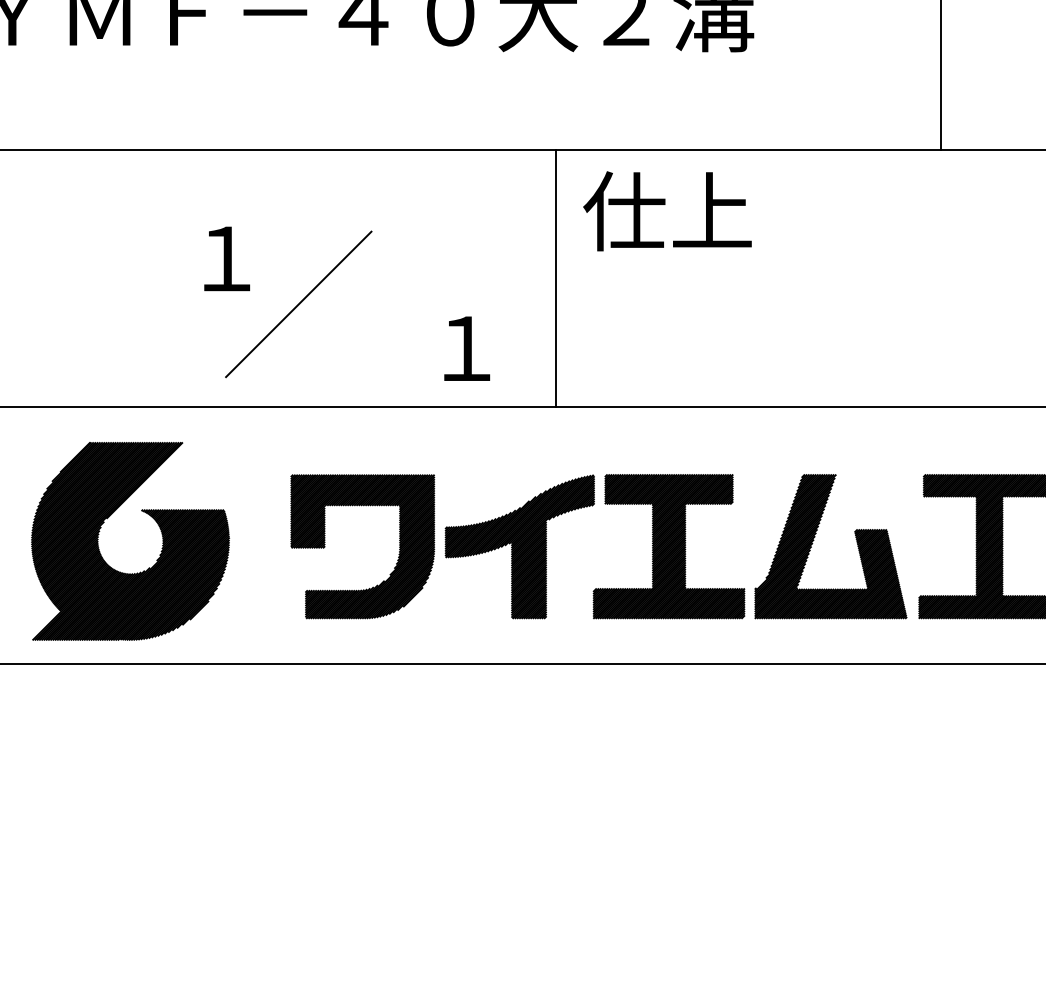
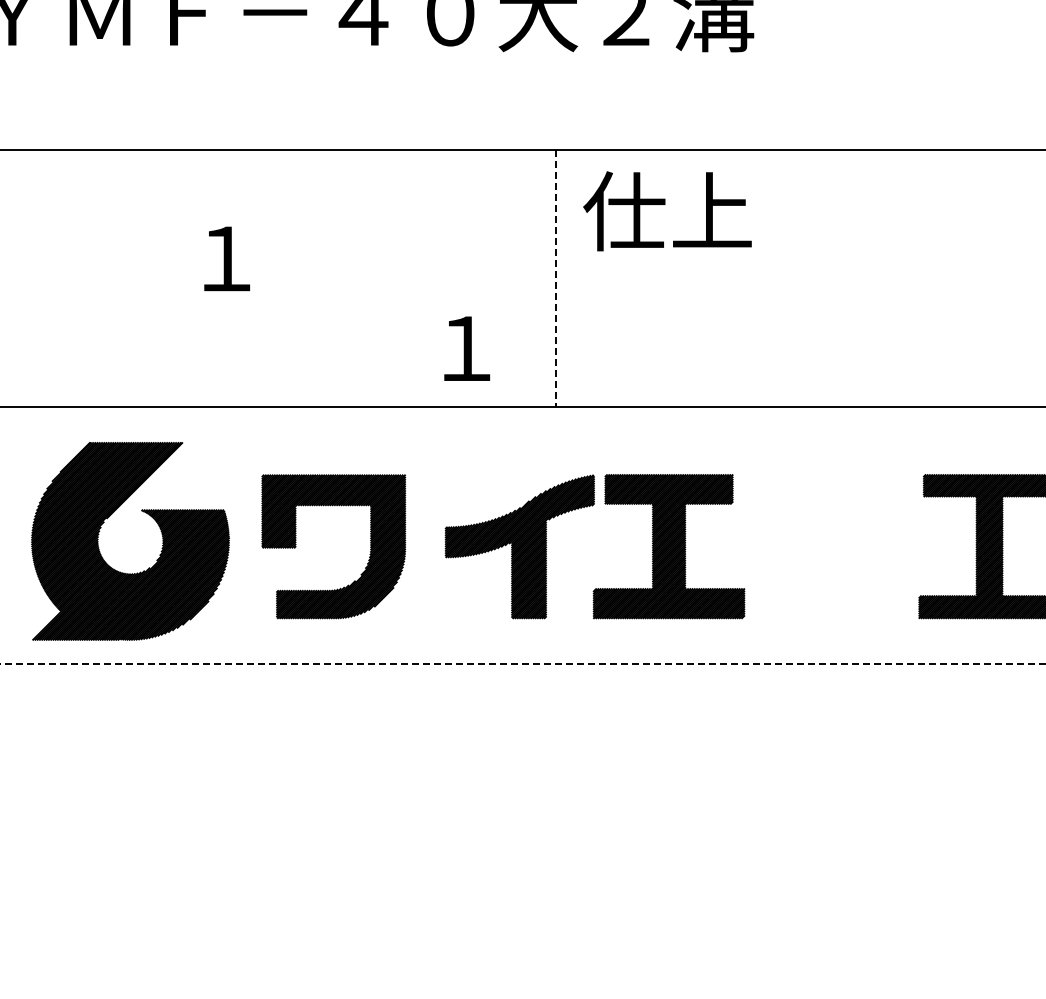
line at (941, 76): present -> none
line at (555, 279): solid -> dashed
line at (298, 304): present -> none
part at (814, 540): present -> none
part at (398, 554) position: (398, 554) -> (369, 554)
line at (523, 664): solid -> dashed
